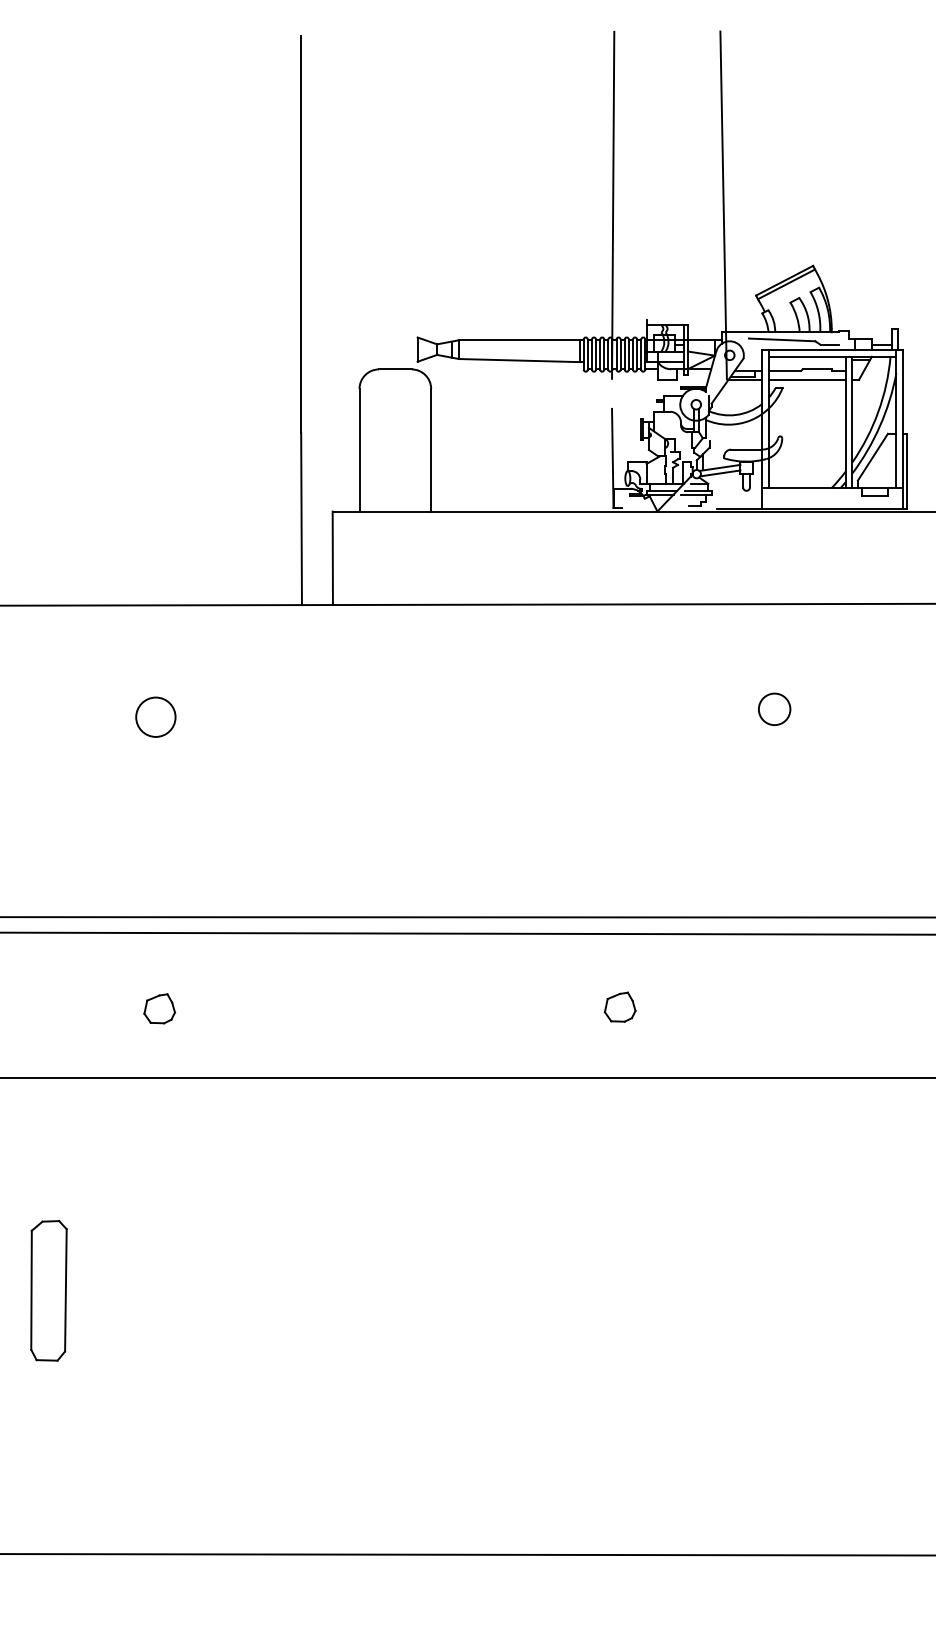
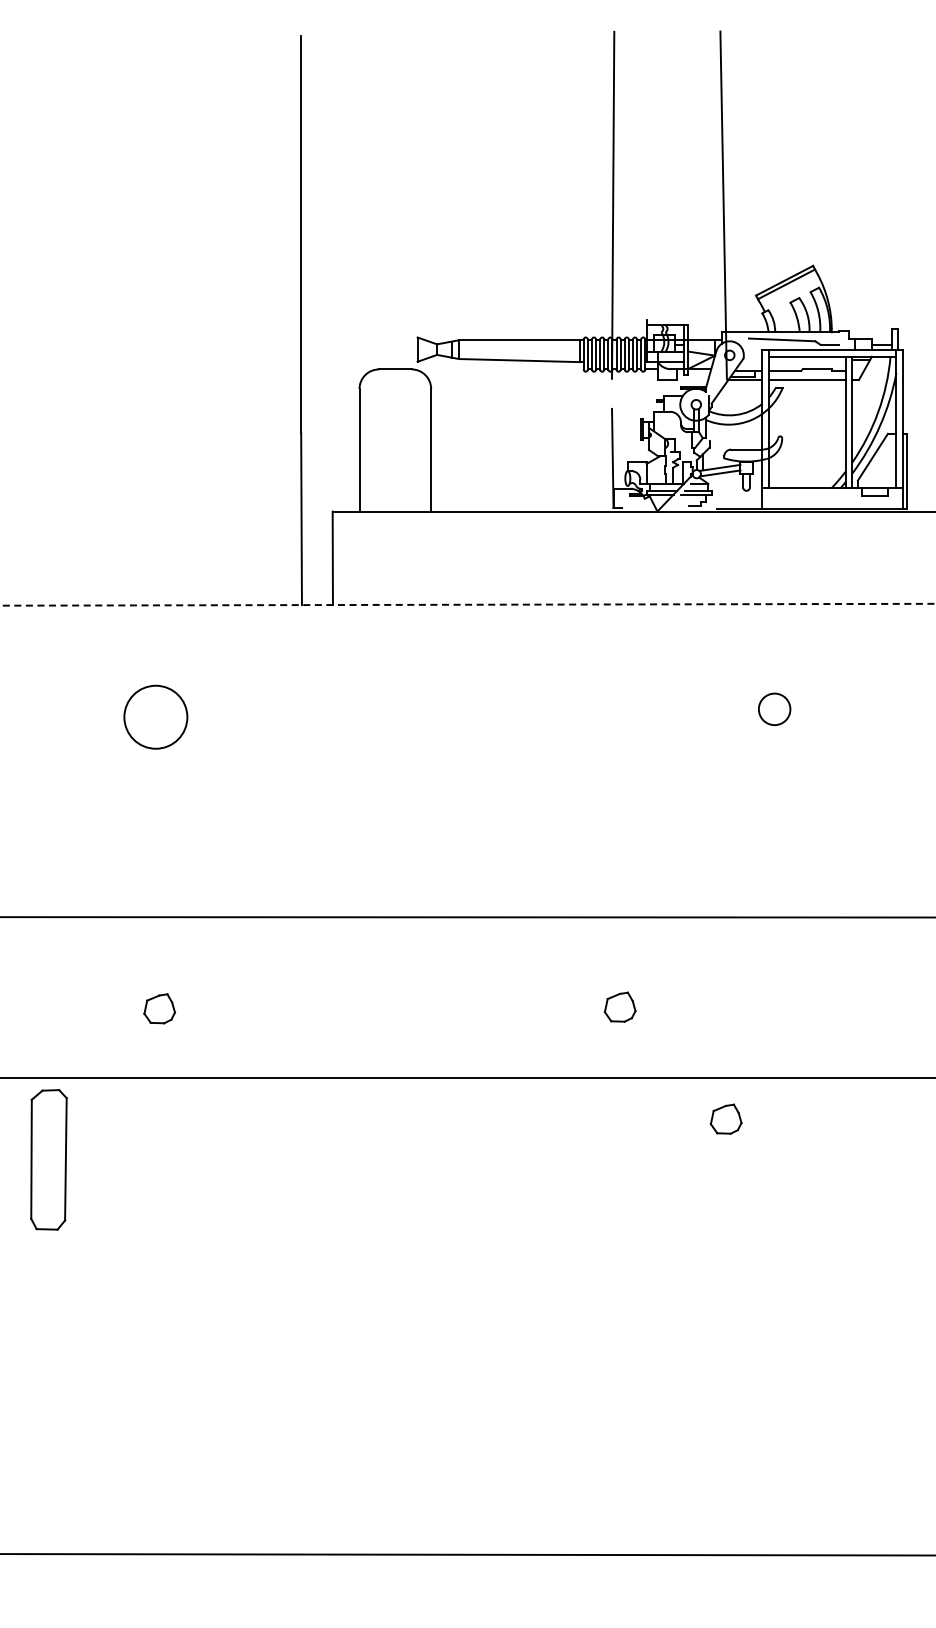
line at (468, 604): solid -> dashed
circle at (155, 716) diameter: 39 px -> 63 px
line at (467, 933): present -> none
part at (725, 1118): none -> present
part at (48, 1290) position: (48, 1290) -> (48, 1159)
